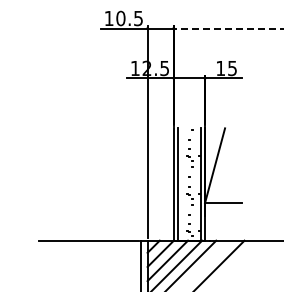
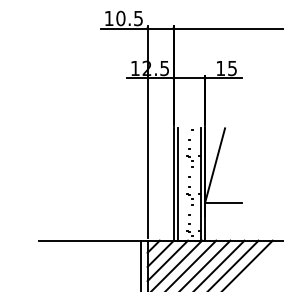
line at (228, 28): dashed -> solid
line at (206, 264): none -> present
line at (234, 264): none -> present
line at (248, 264): none -> present
